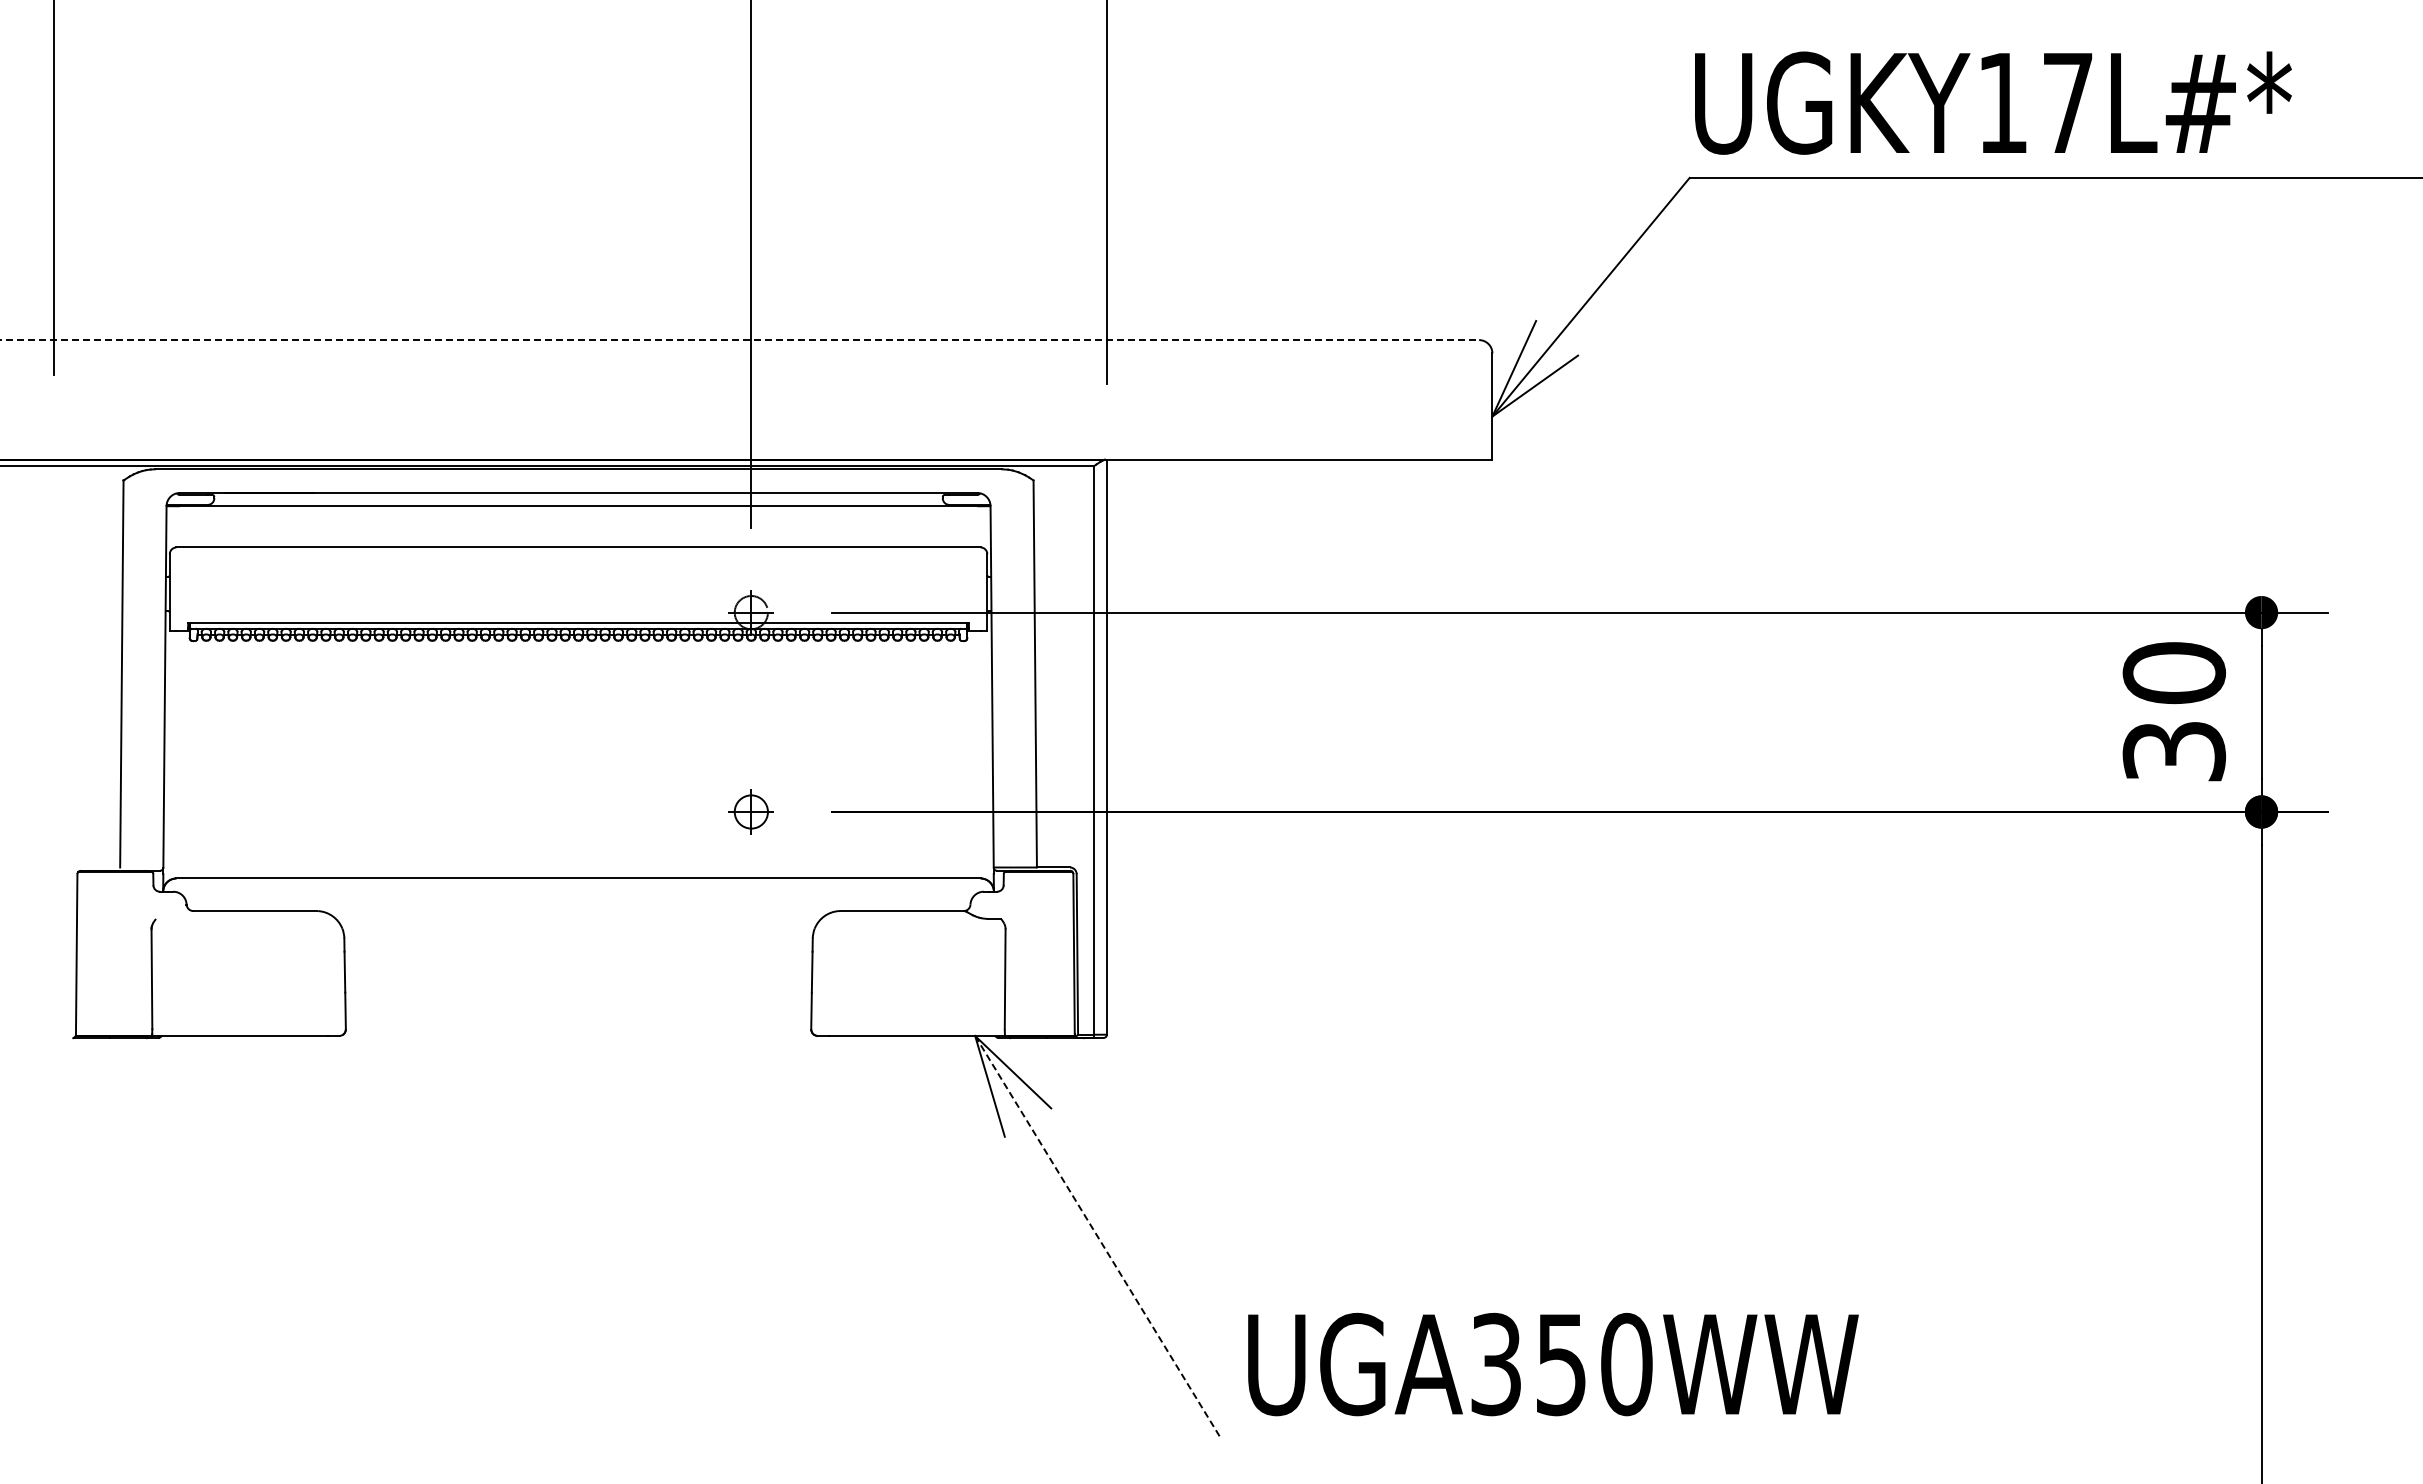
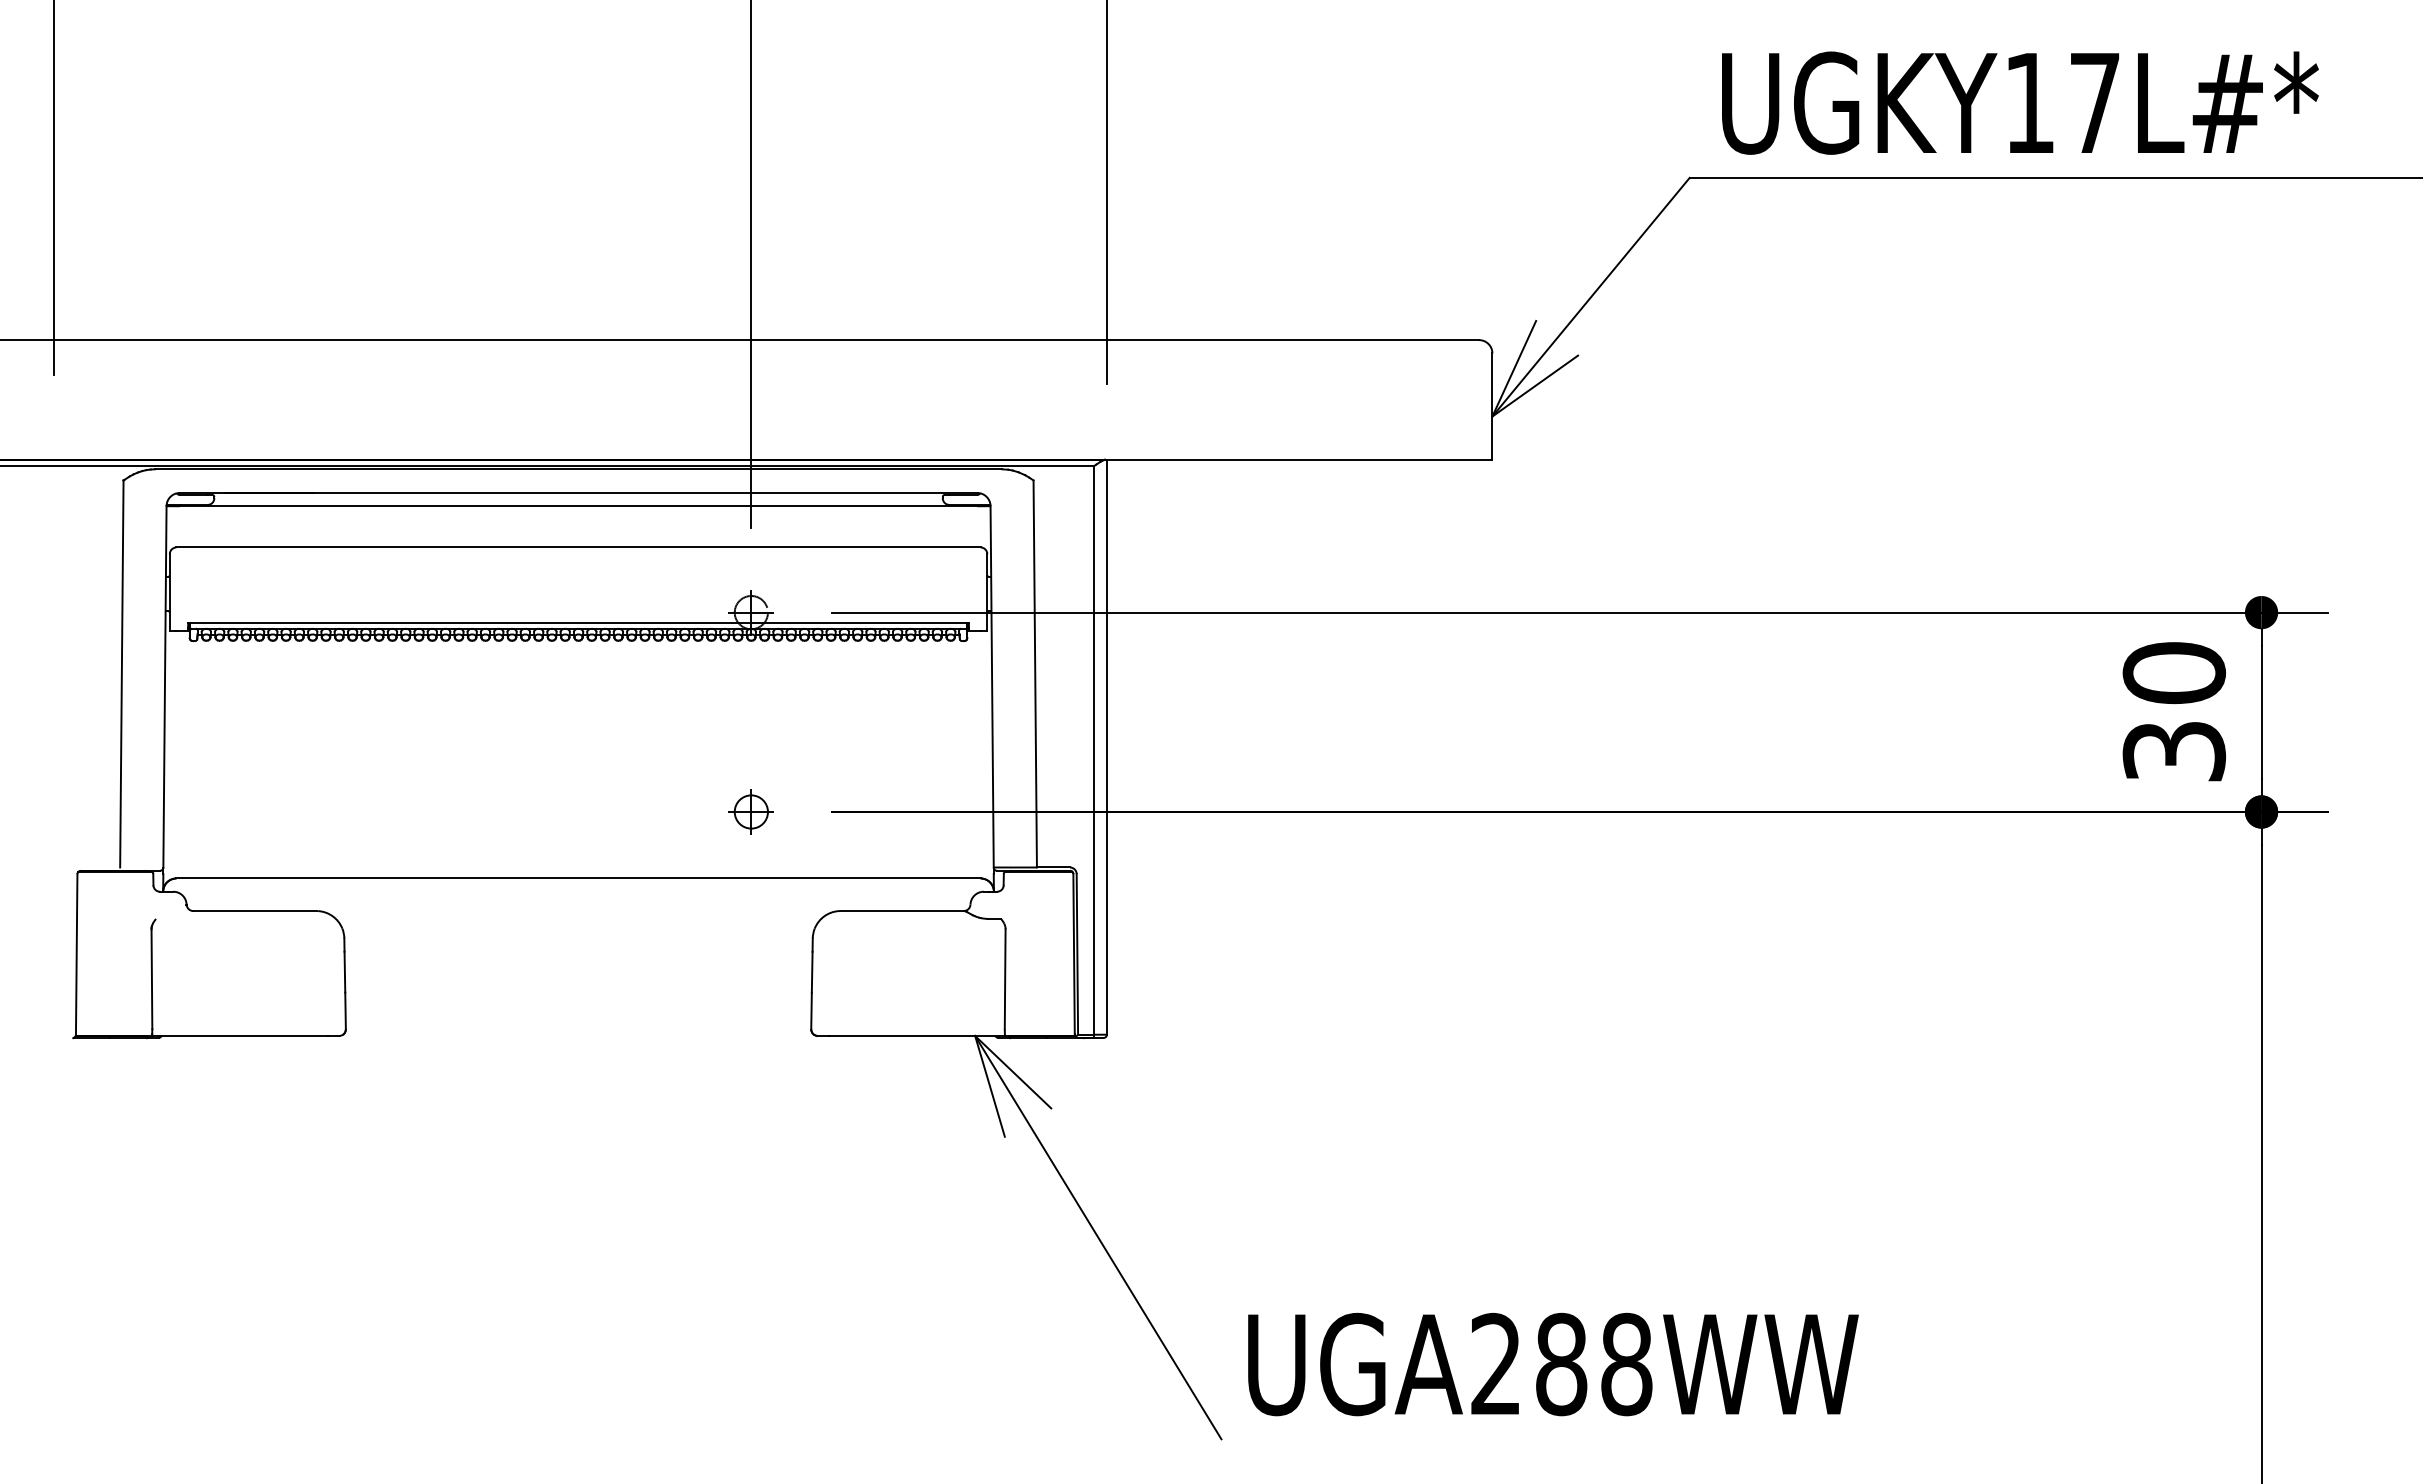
text at (1993, 102) position: (1993, 102) -> (2020, 102)
line at (740, 340): dashed -> solid
line at (1098, 1238): dashed -> solid
text at (1561, 1364): UGA350WW -> UGA288WW
